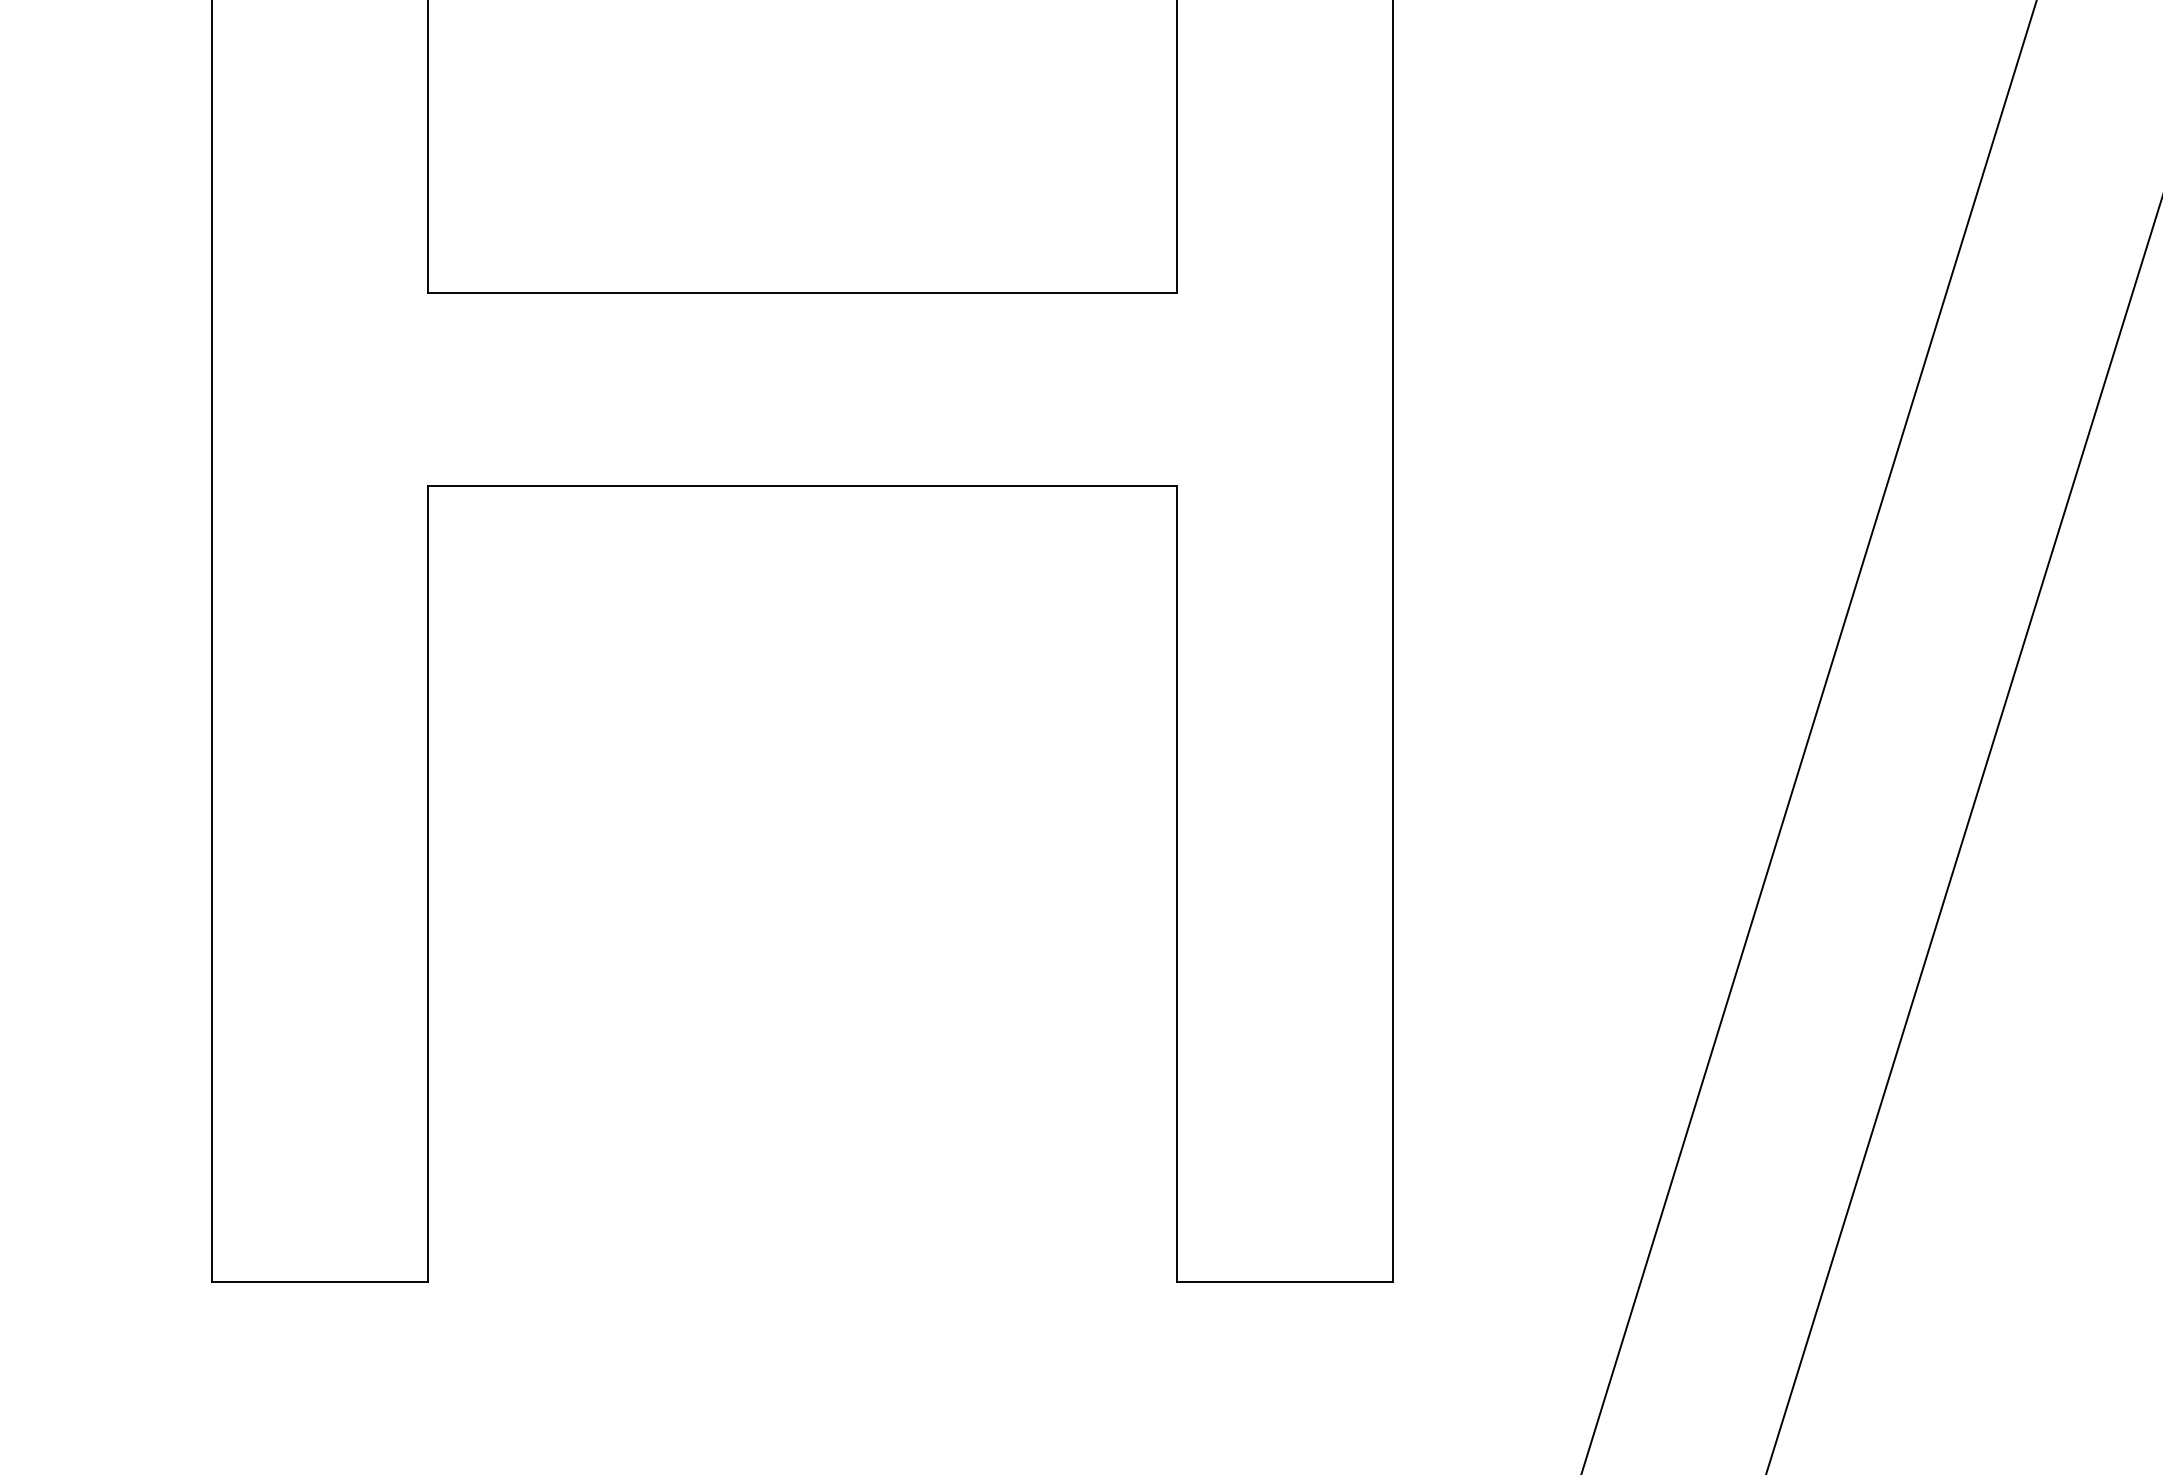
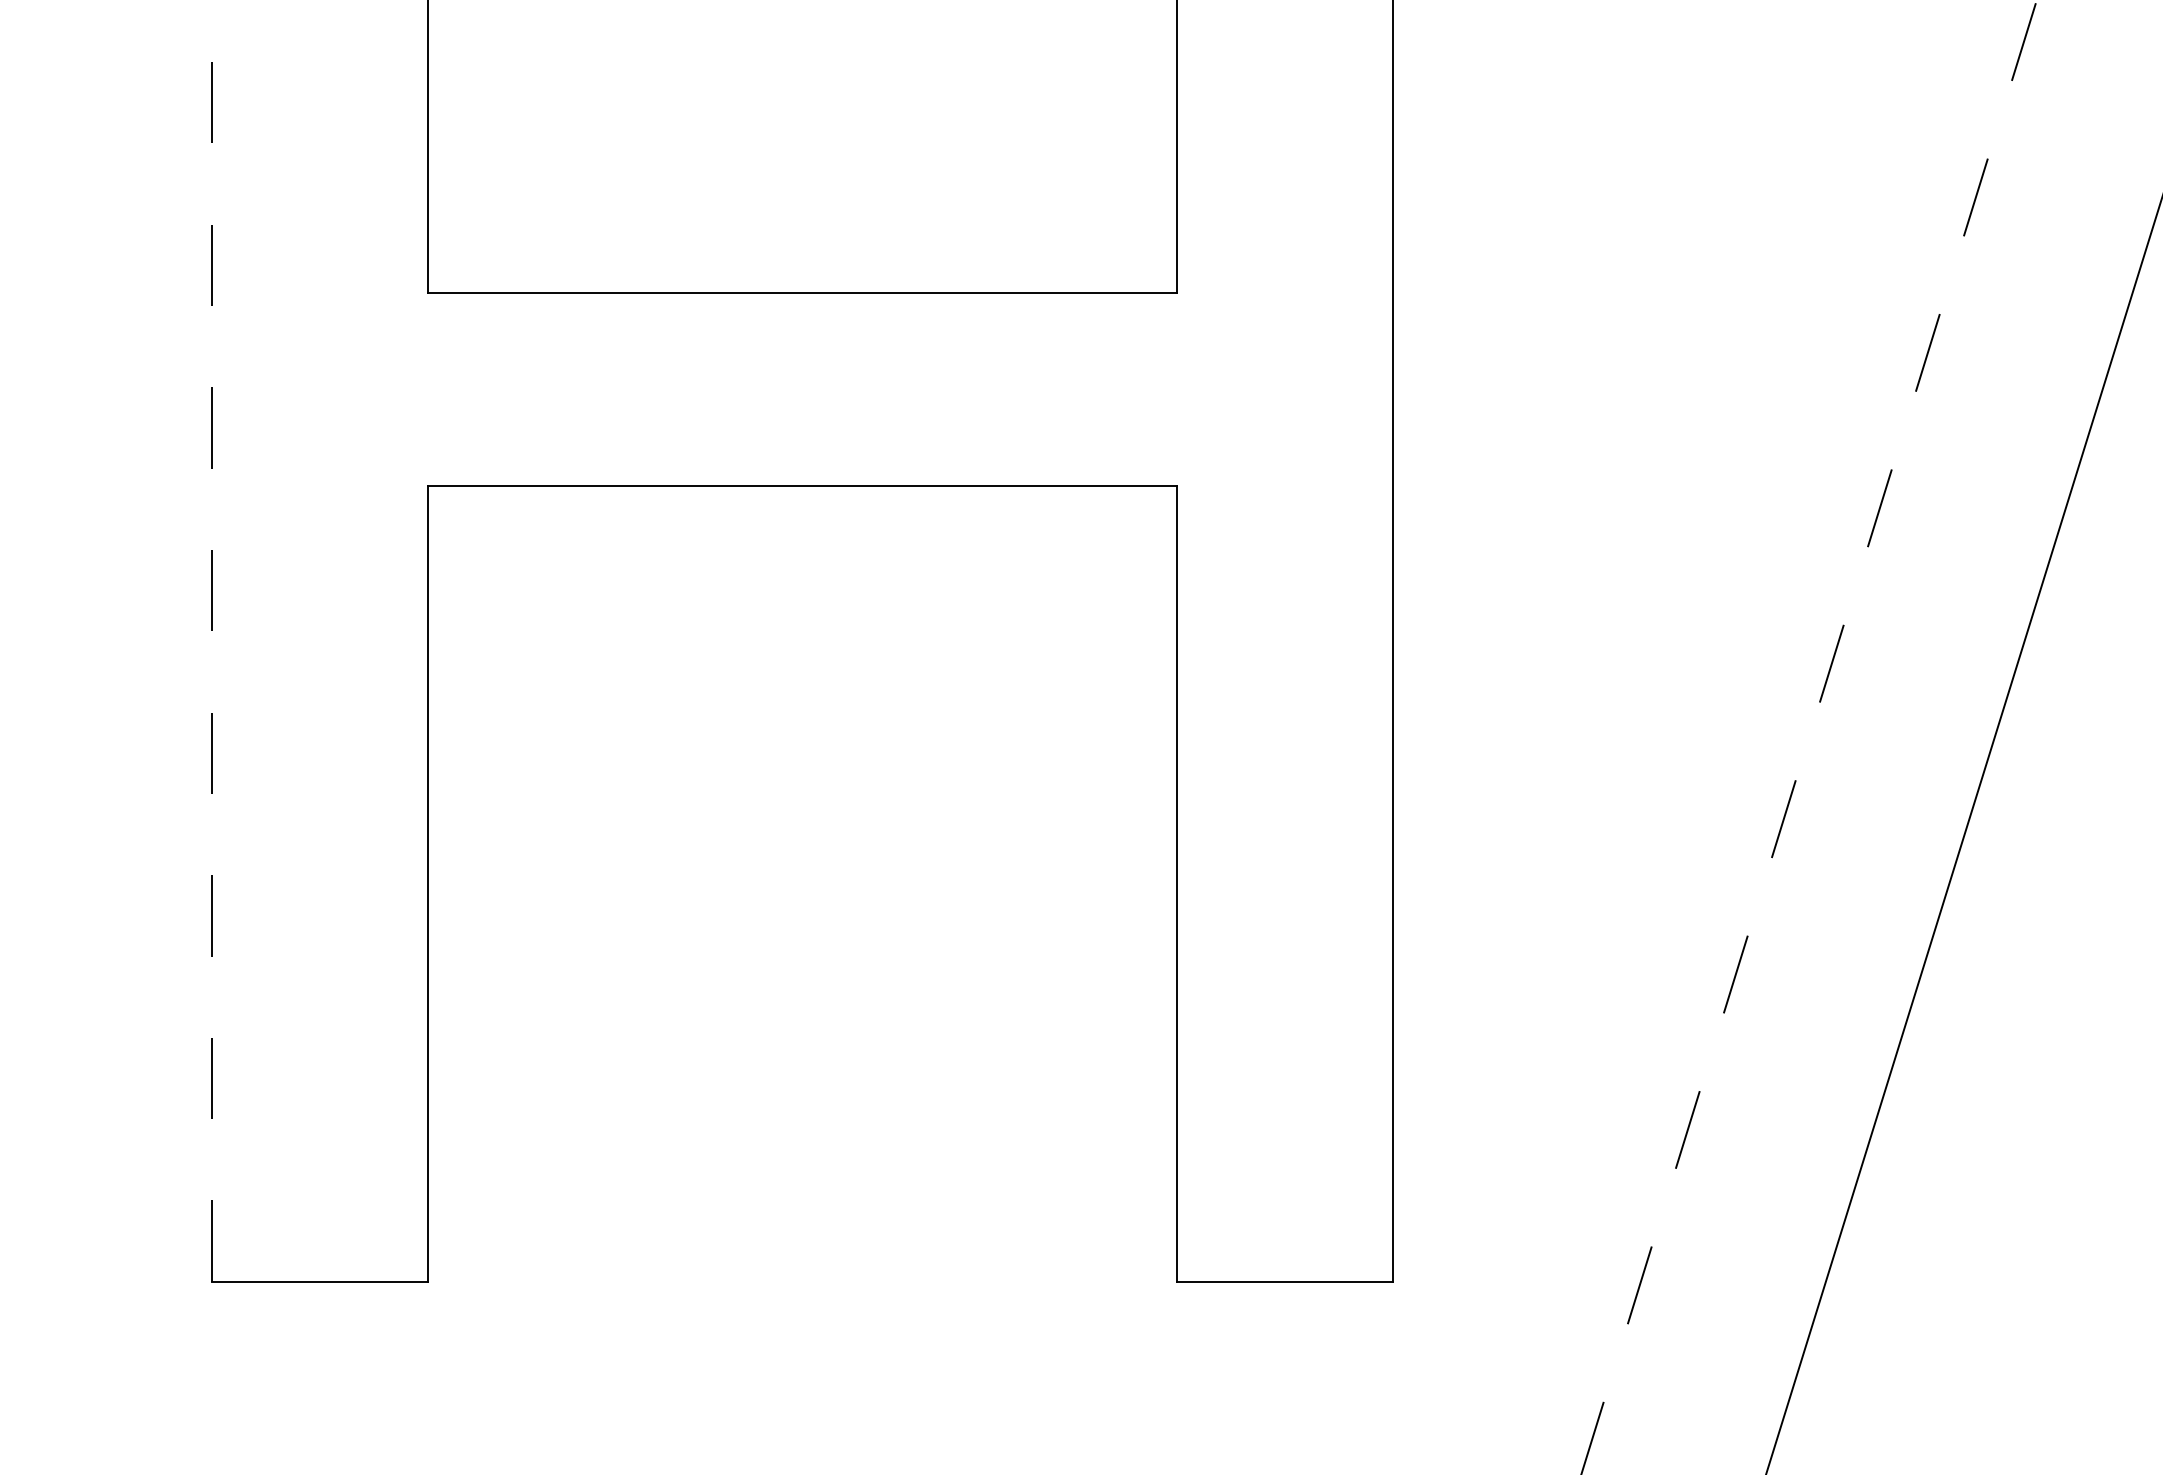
line at (212, 640): solid -> dashed
line at (1809, 737): solid -> dashed
